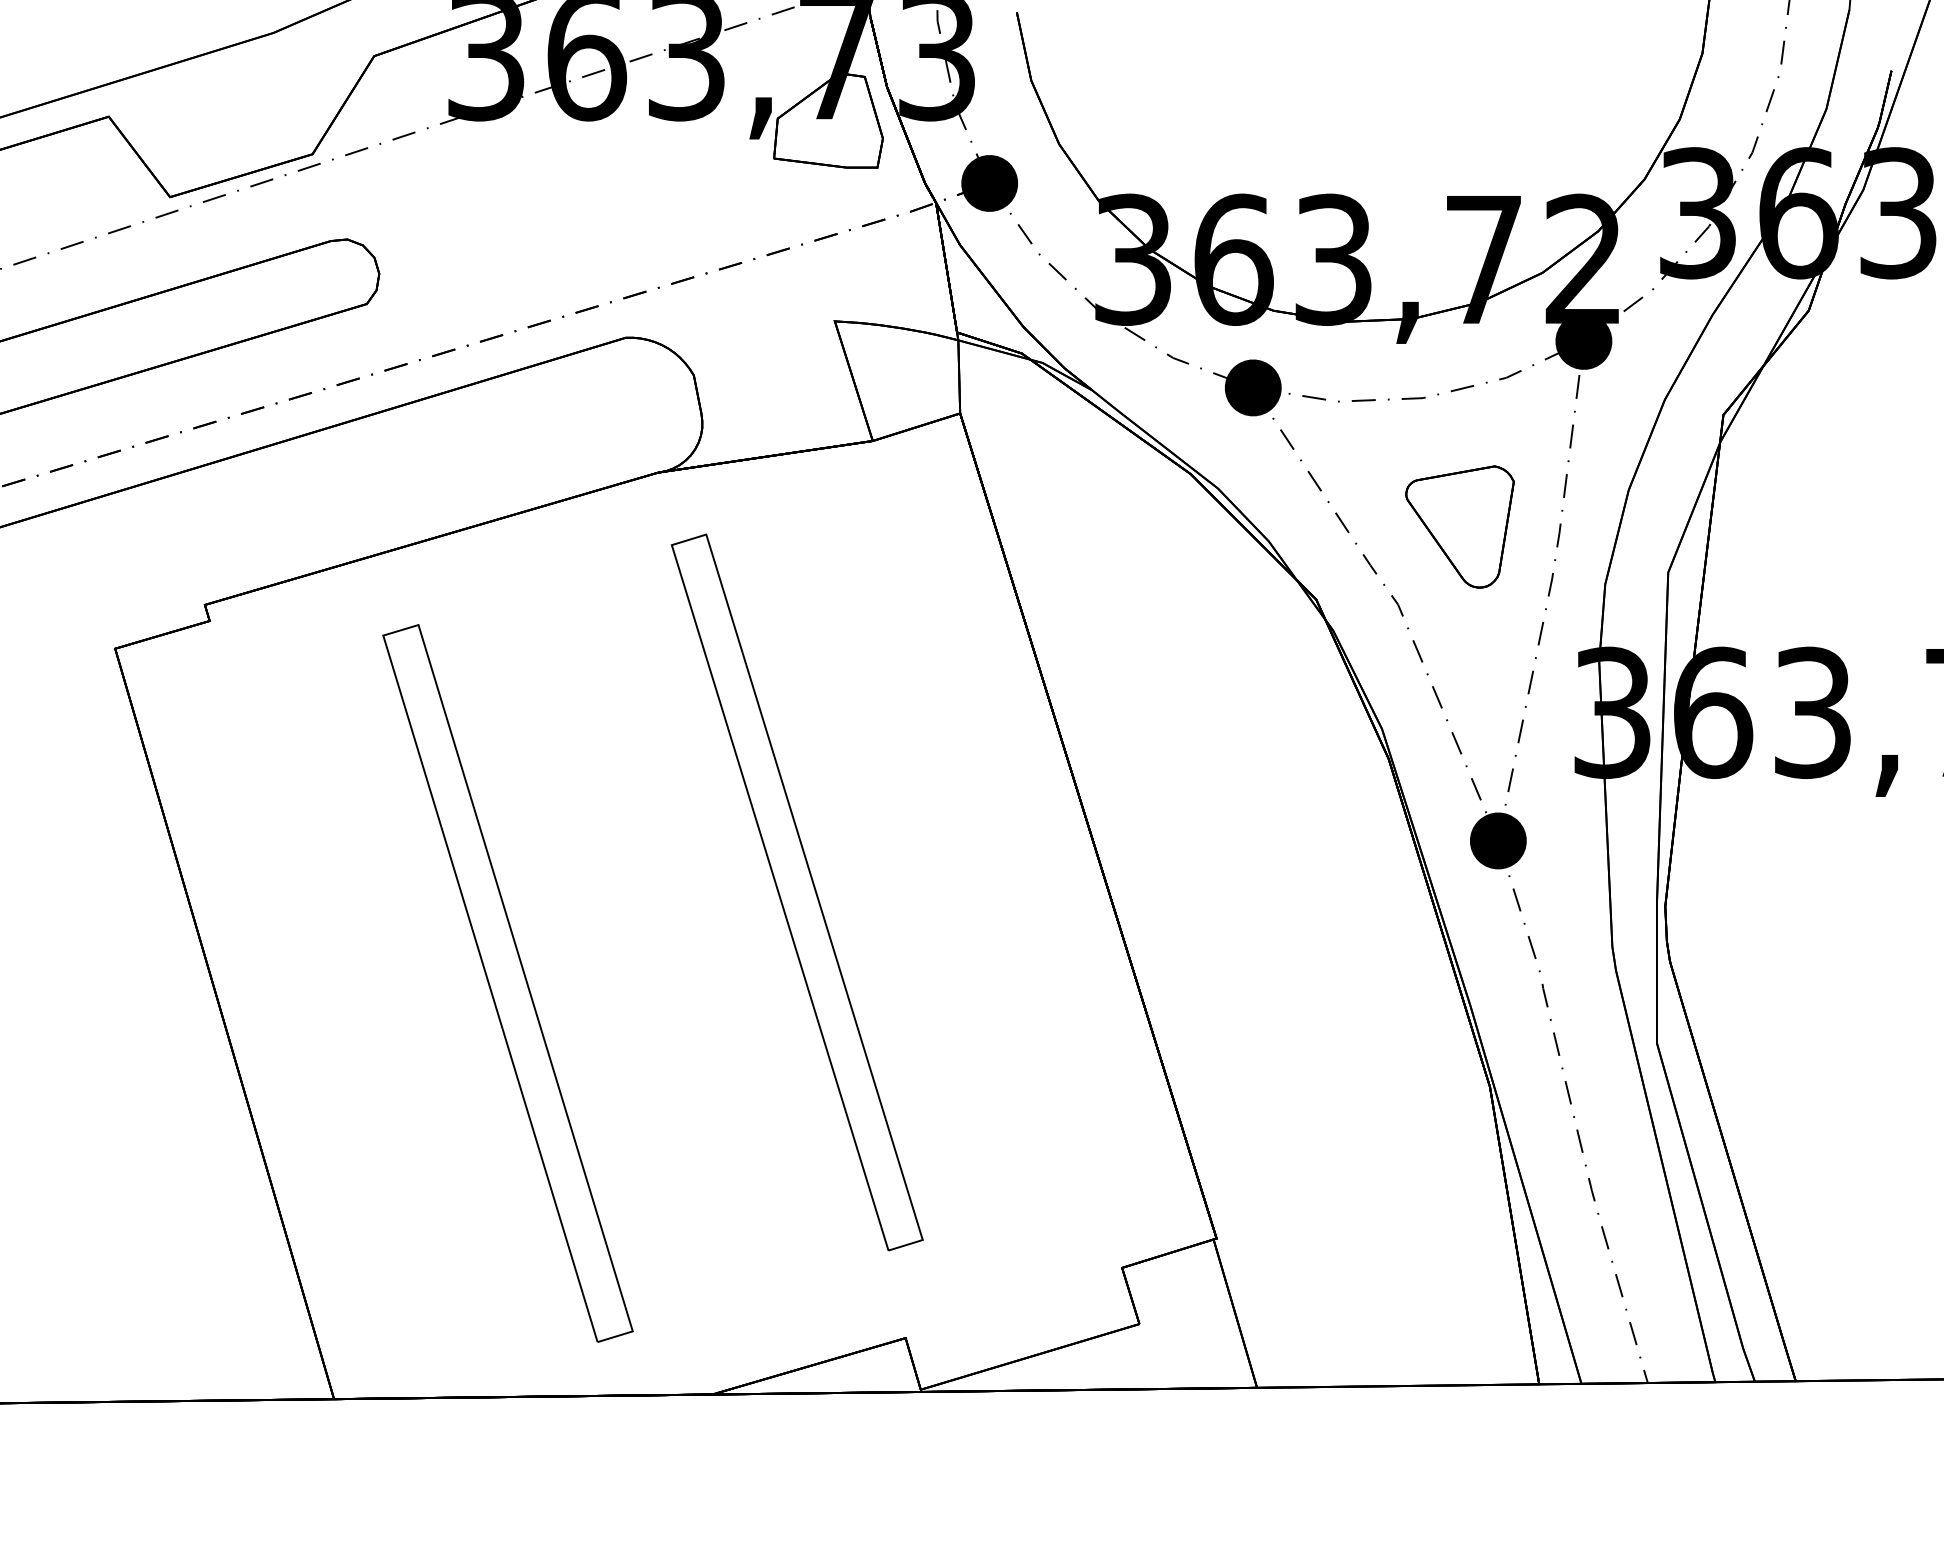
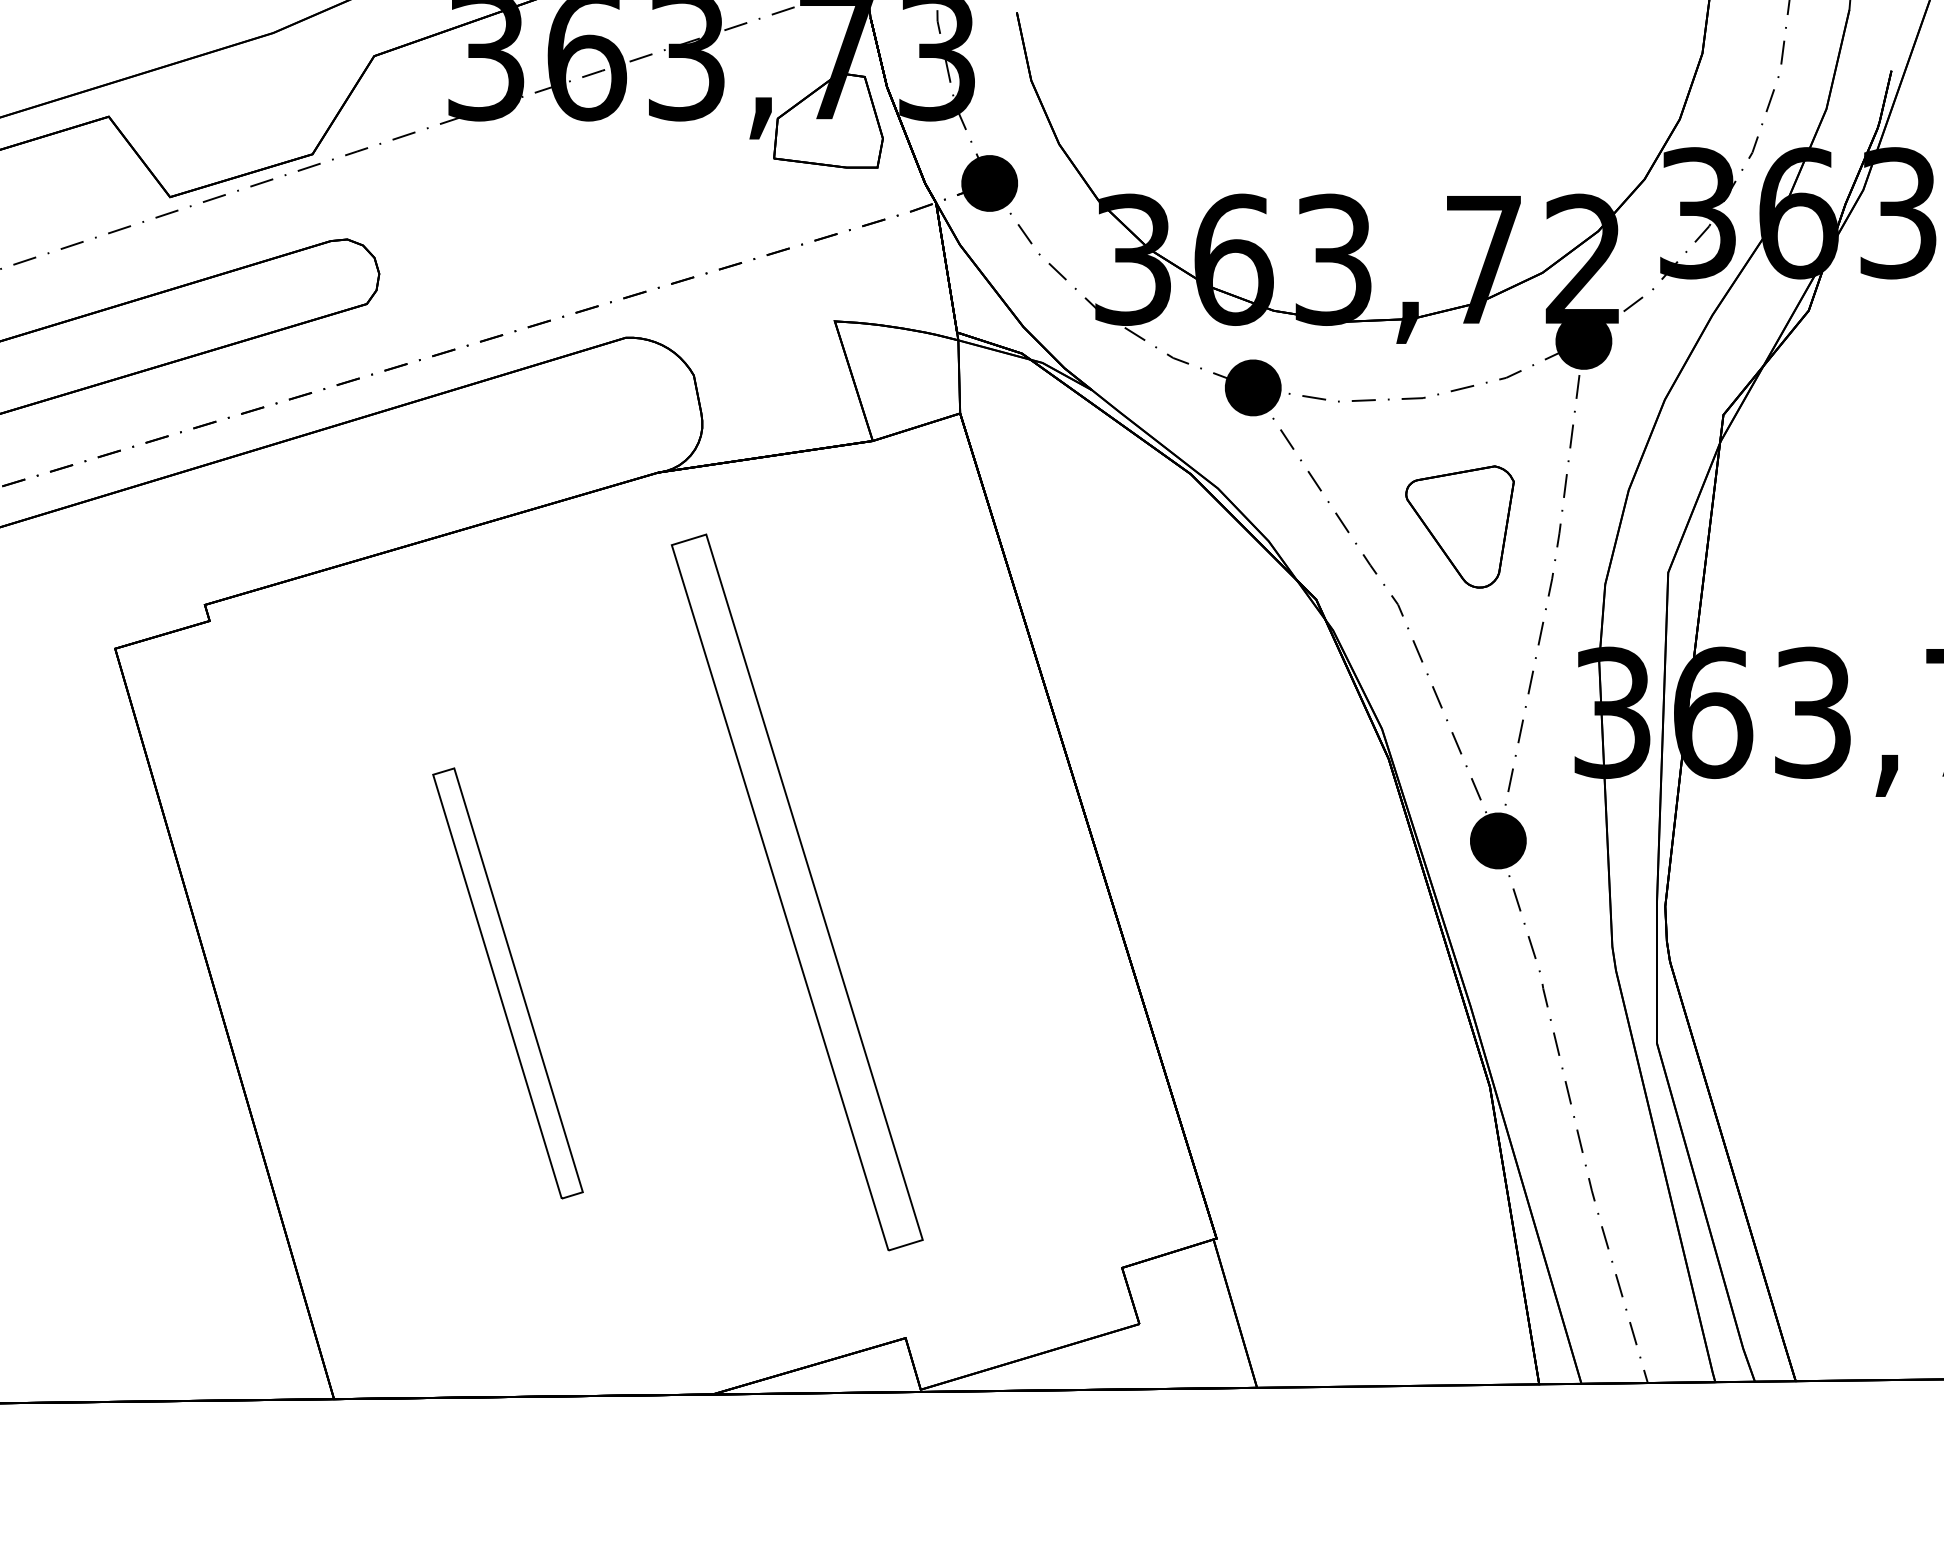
part at (507, 983) size: 252x719 px -> 152x433 px
